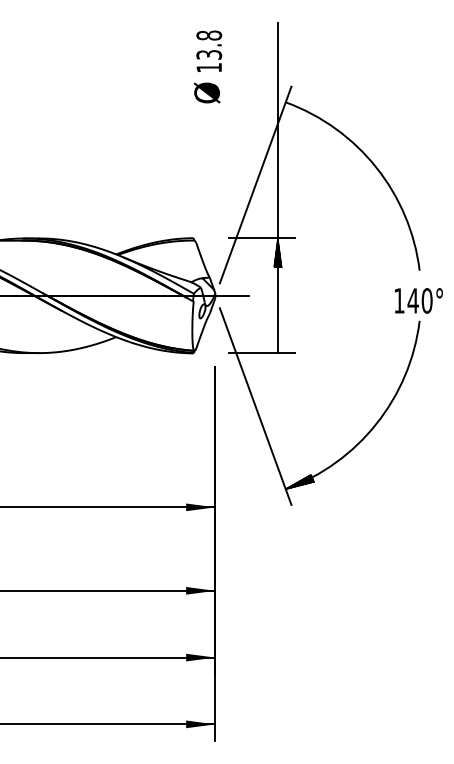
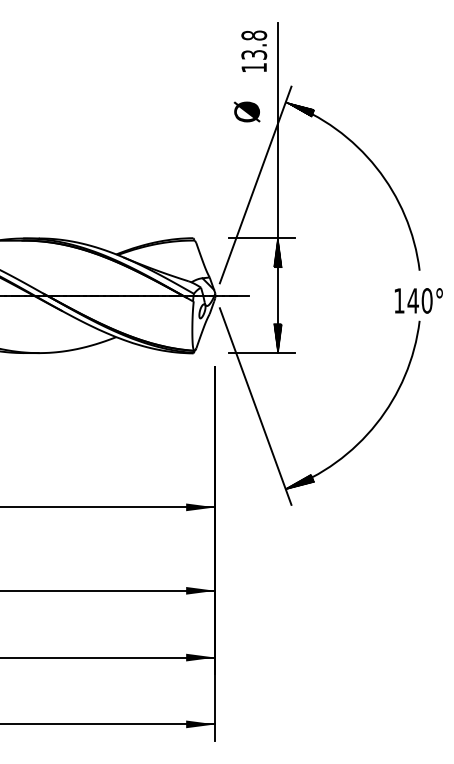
text at (209, 50) position: (209, 50) -> (254, 50)
text at (206, 92) position: (206, 92) -> (246, 111)
hatch at (299, 109): none -> present
hatch at (277, 338): none -> present
